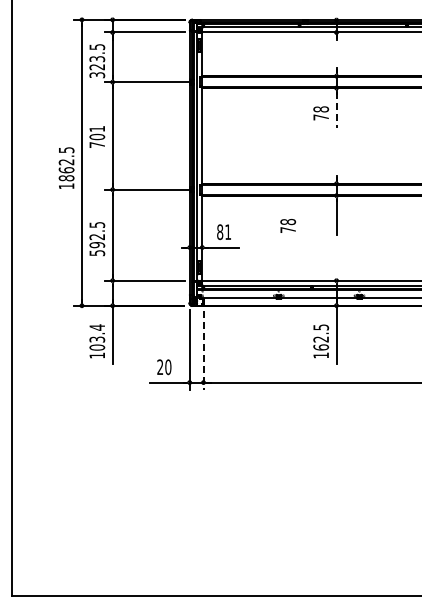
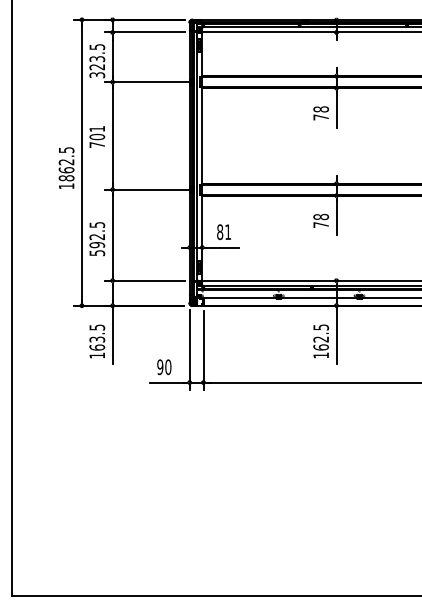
line at (336, 109): dashed -> solid
text at (287, 225) position: (287, 225) -> (320, 220)
text at (97, 337): 103.4 -> 163.5
line at (203, 351): dashed -> solid
text at (160, 367): 20 -> 90
